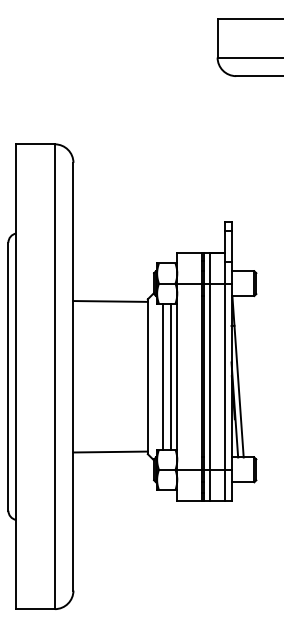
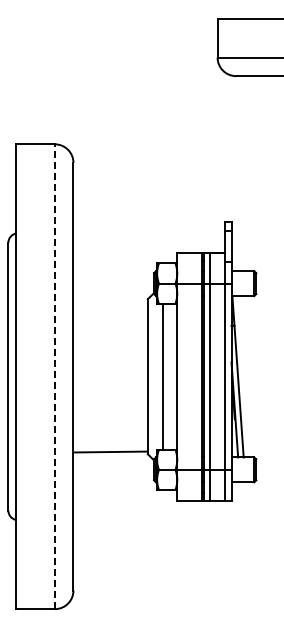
line at (110, 301): present -> none
line at (54, 376): solid -> dashed
line at (171, 376): present -> none
